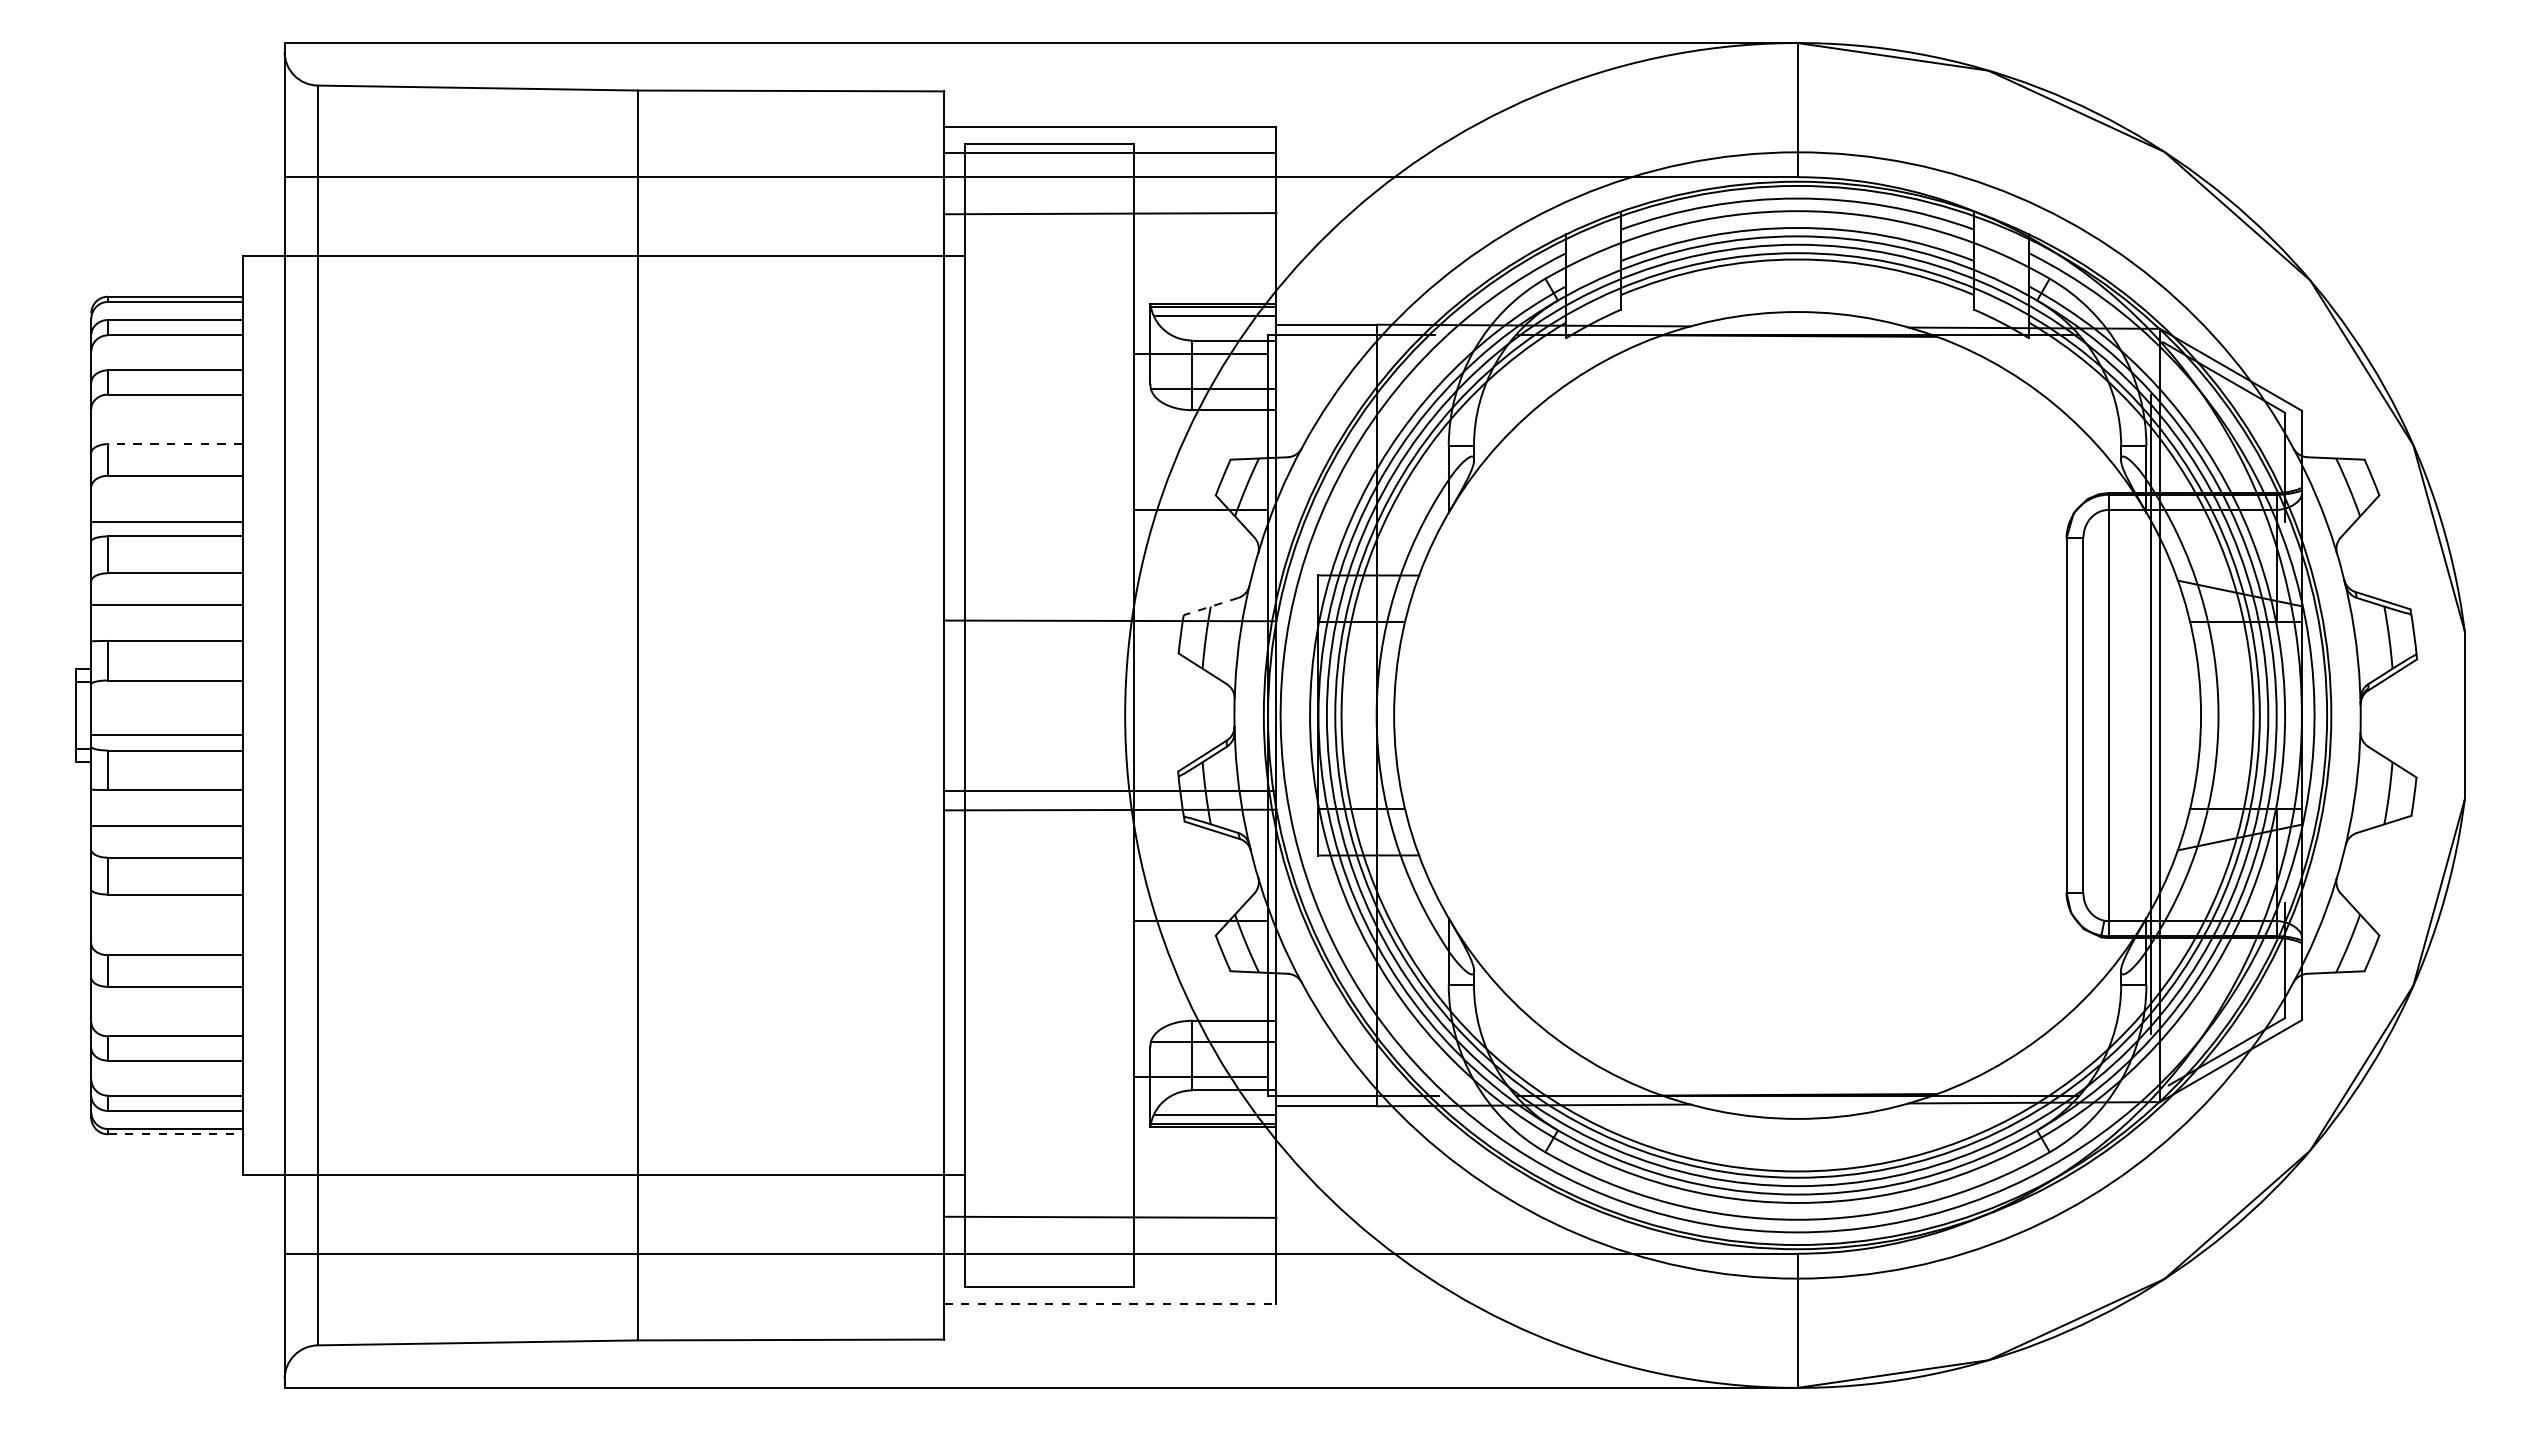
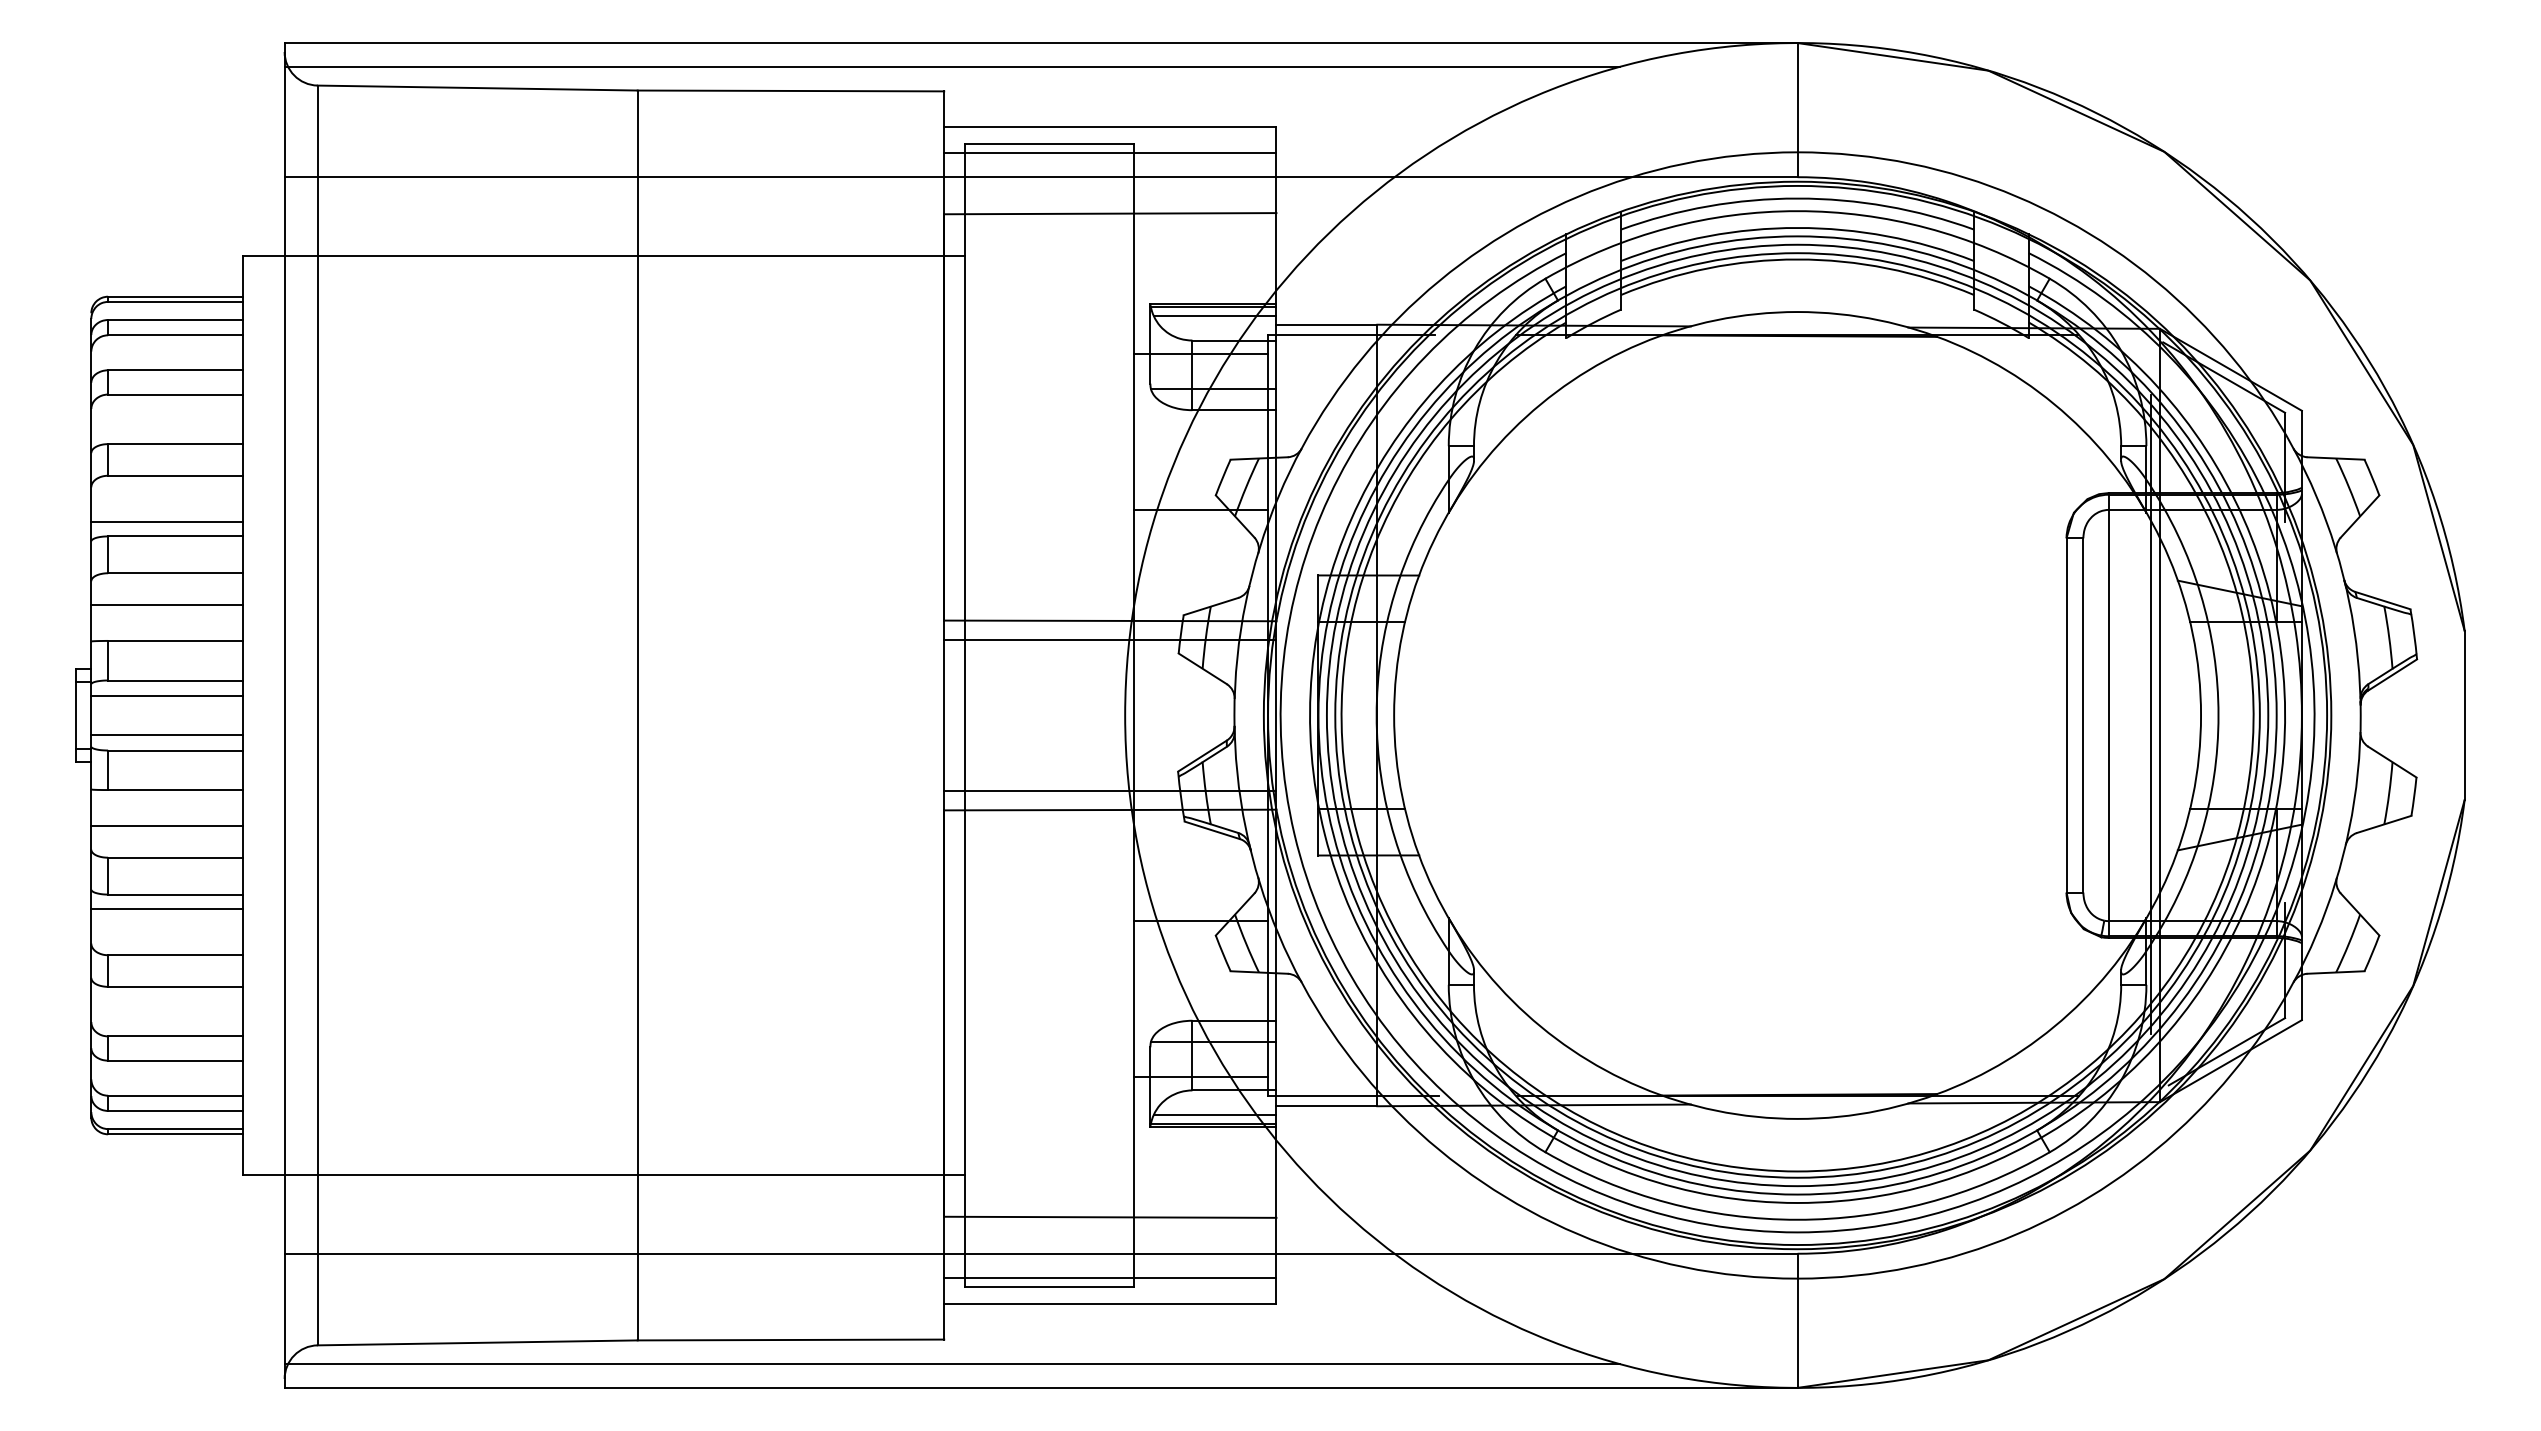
line at (951, 67): none -> present
line at (174, 444): dashed -> solid
line at (1211, 606): dashed -> solid
line at (1110, 639): none -> present
line at (166, 695): none -> present
line at (166, 908): none -> present
line at (175, 1134): dashed -> solid
line at (1110, 1277): none -> present
line at (1110, 1303): dashed -> solid
line at (951, 1363): none -> present
